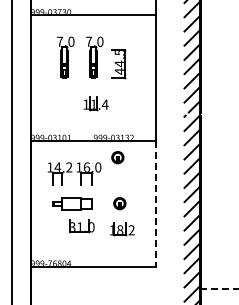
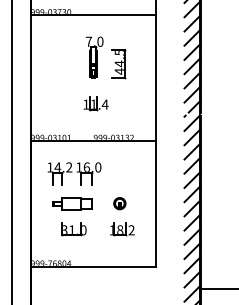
part at (65, 57): present -> none
part at (117, 157): present -> none
line at (156, 203): dashed -> solid
part at (81, 226) position: (81, 226) -> (73, 229)
line at (219, 289): dashed -> solid
